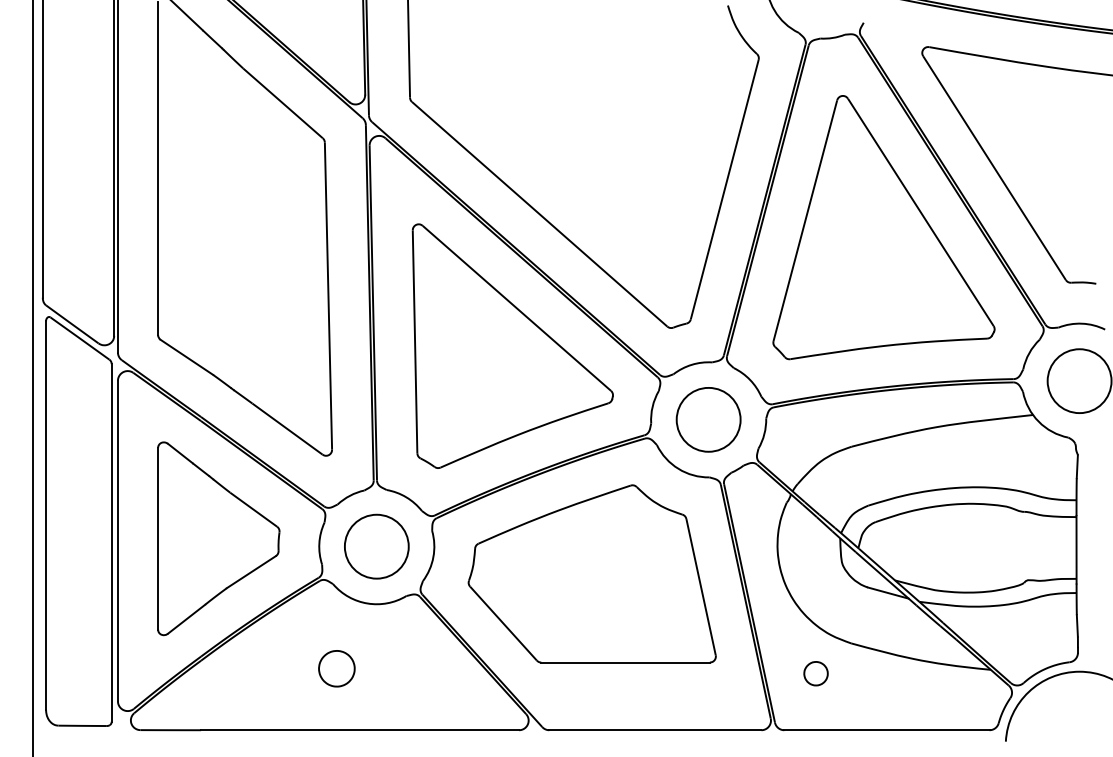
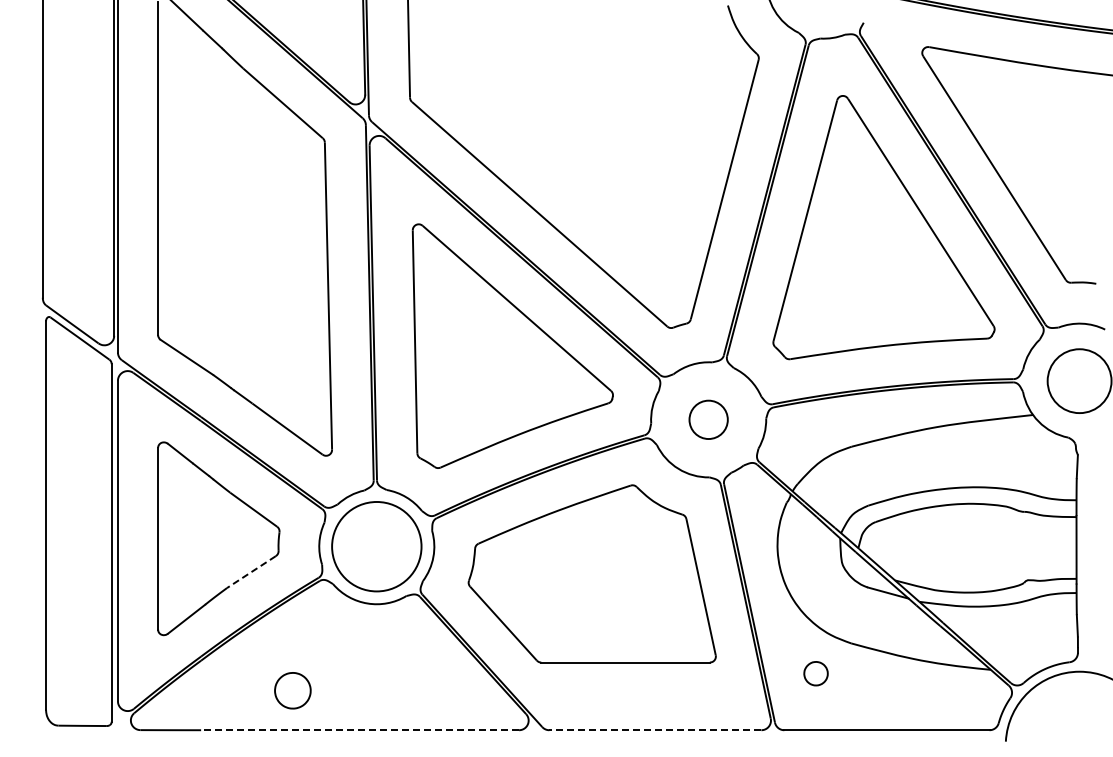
line at (33, 377): present -> none
circle at (708, 419) diameter: 64 px -> 38 px
circle at (376, 546) diameter: 64 px -> 89 px
line at (250, 572): solid -> dashed
part at (336, 668) position: (336, 668) -> (292, 690)
line at (360, 730): solid -> dashed
line at (655, 730): solid -> dashed
